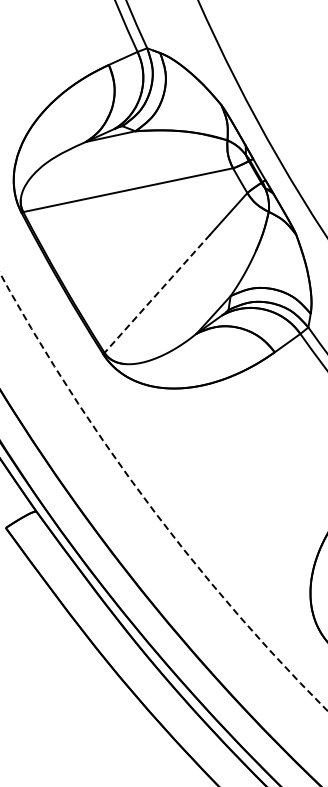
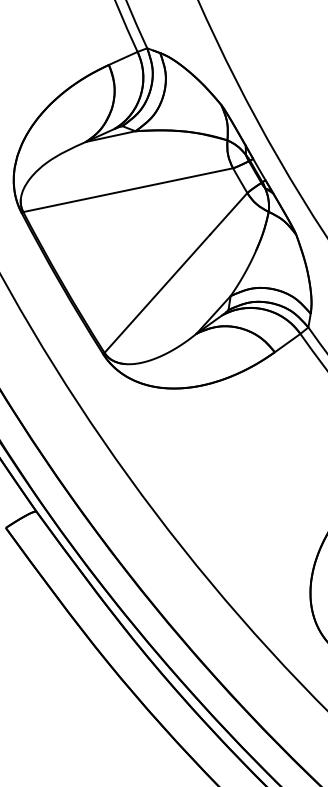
line at (157, 294): dashed -> solid
arc at (148, 503): dashed -> solid
